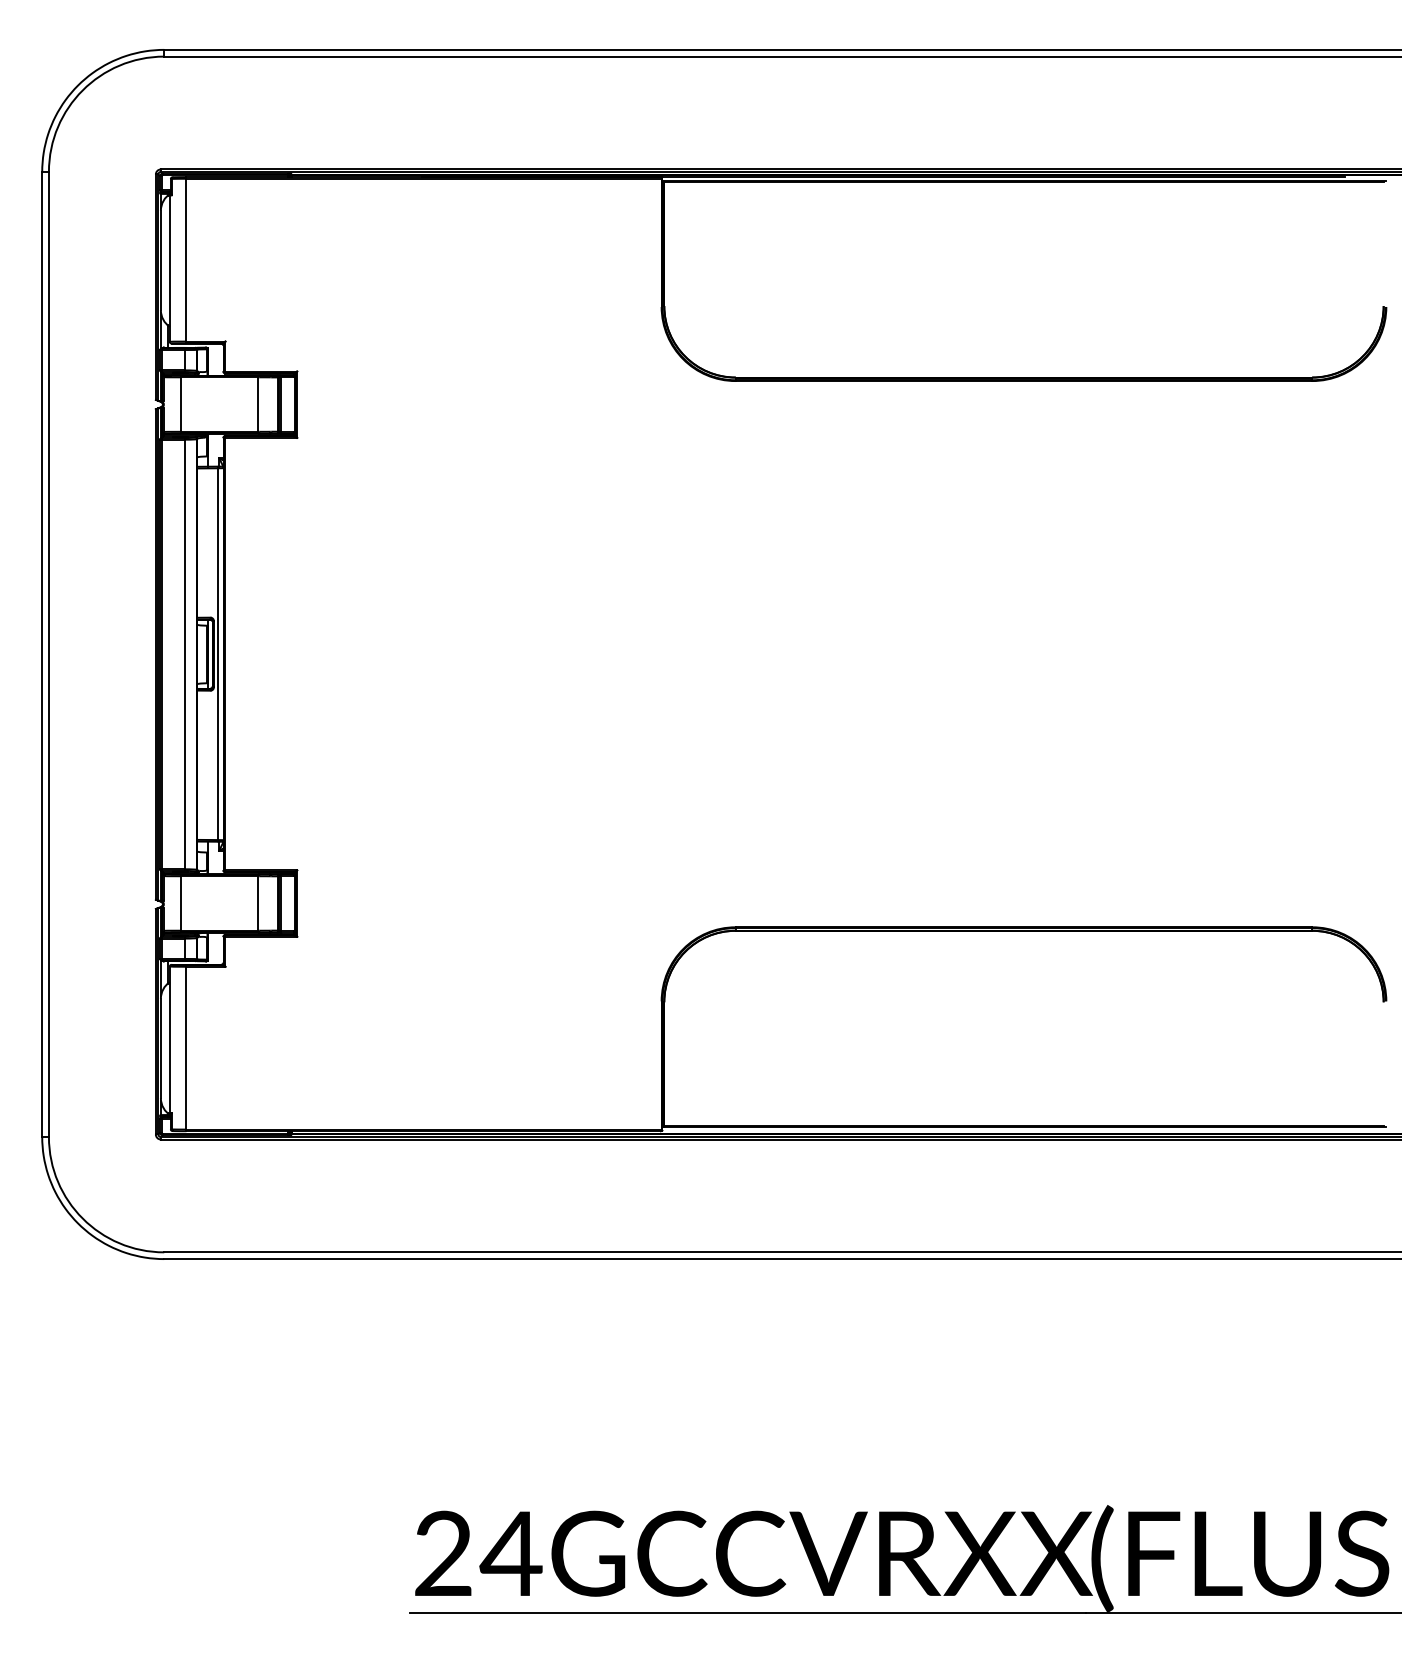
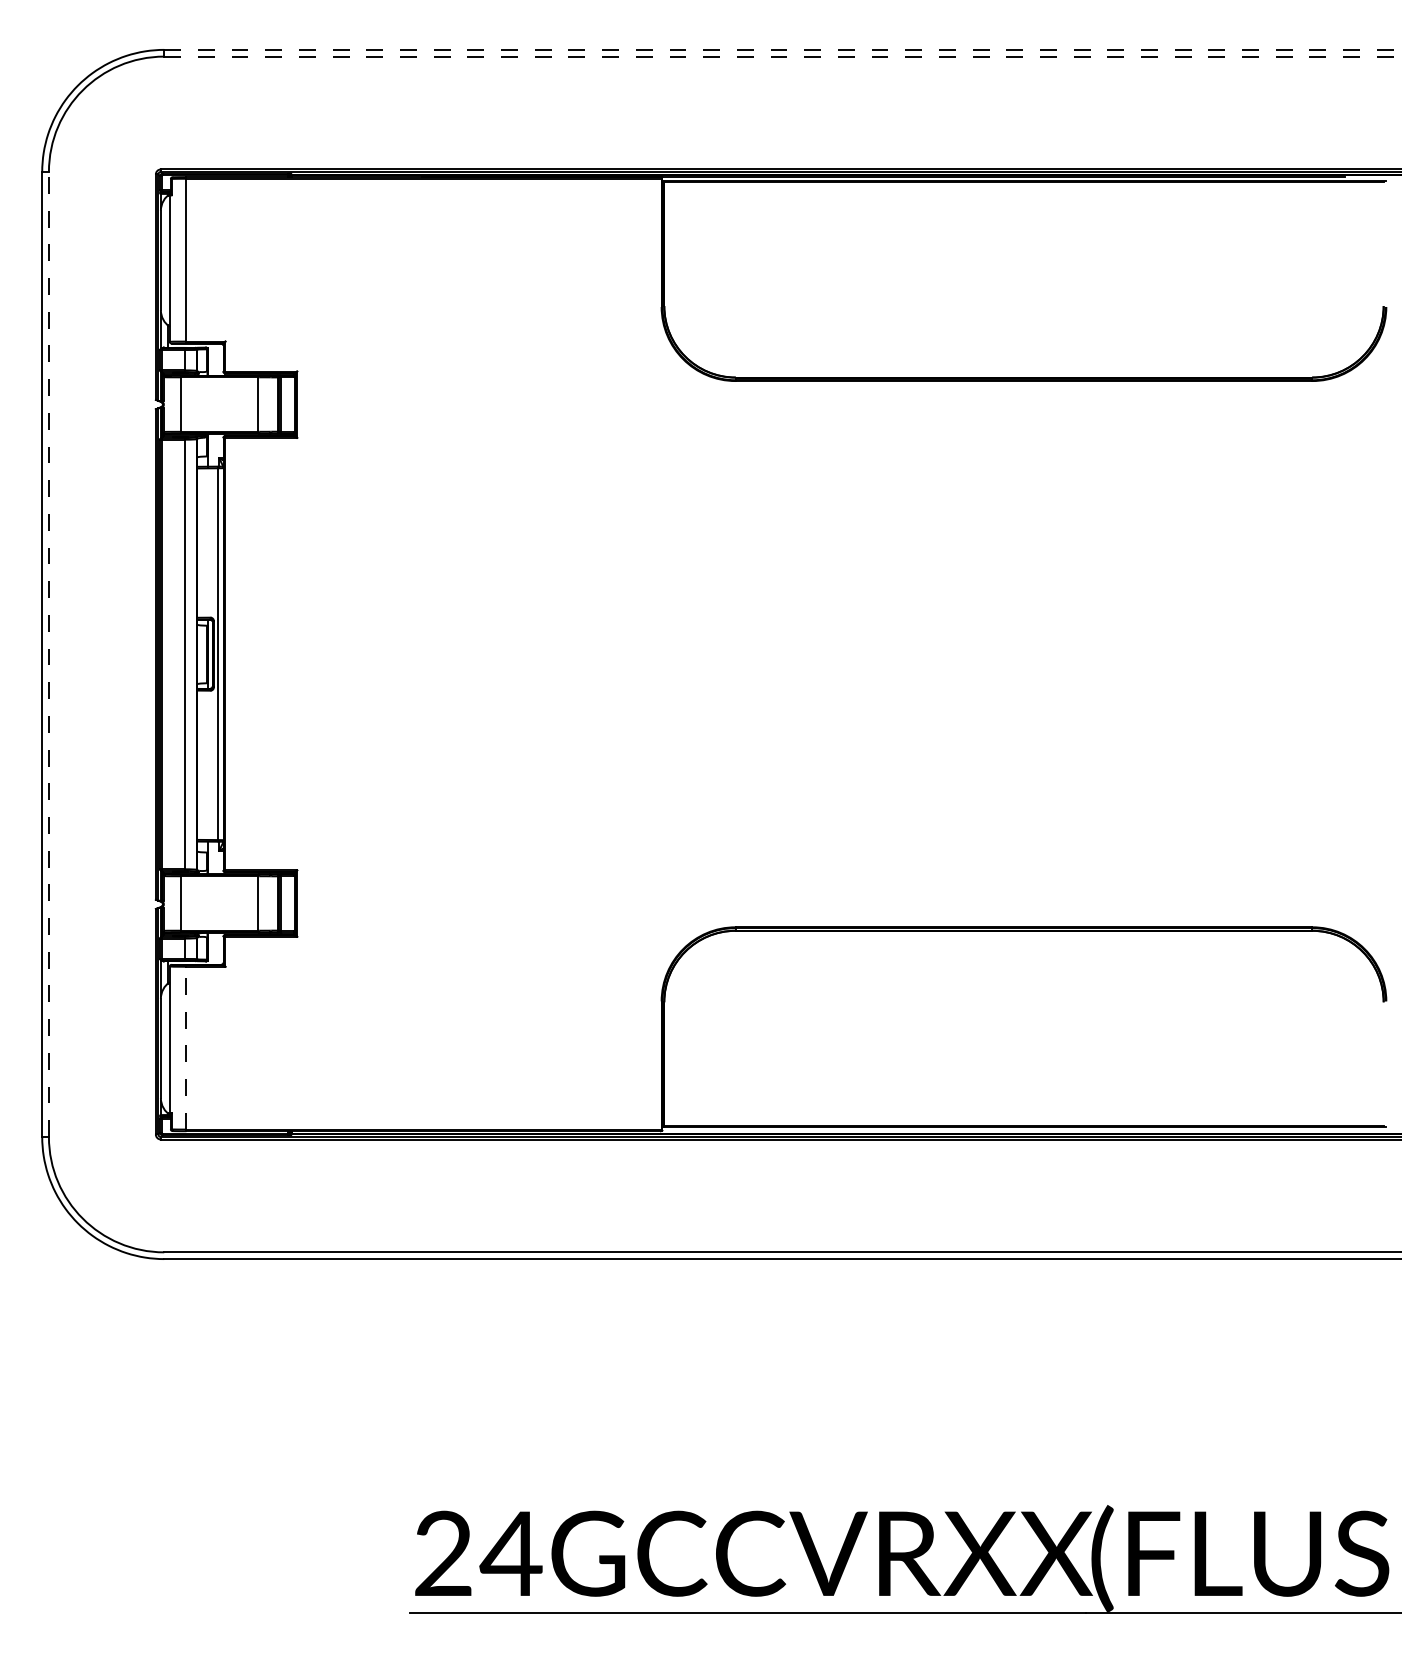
line at (783, 49): solid -> dashed
line at (783, 56): solid -> dashed
line at (48, 654): solid -> dashed
line at (186, 1047): solid -> dashed
